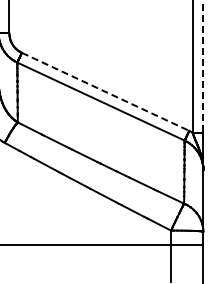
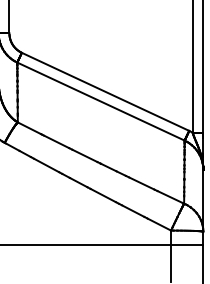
line at (203, 66): dashed -> solid
line at (106, 92): dashed -> solid
